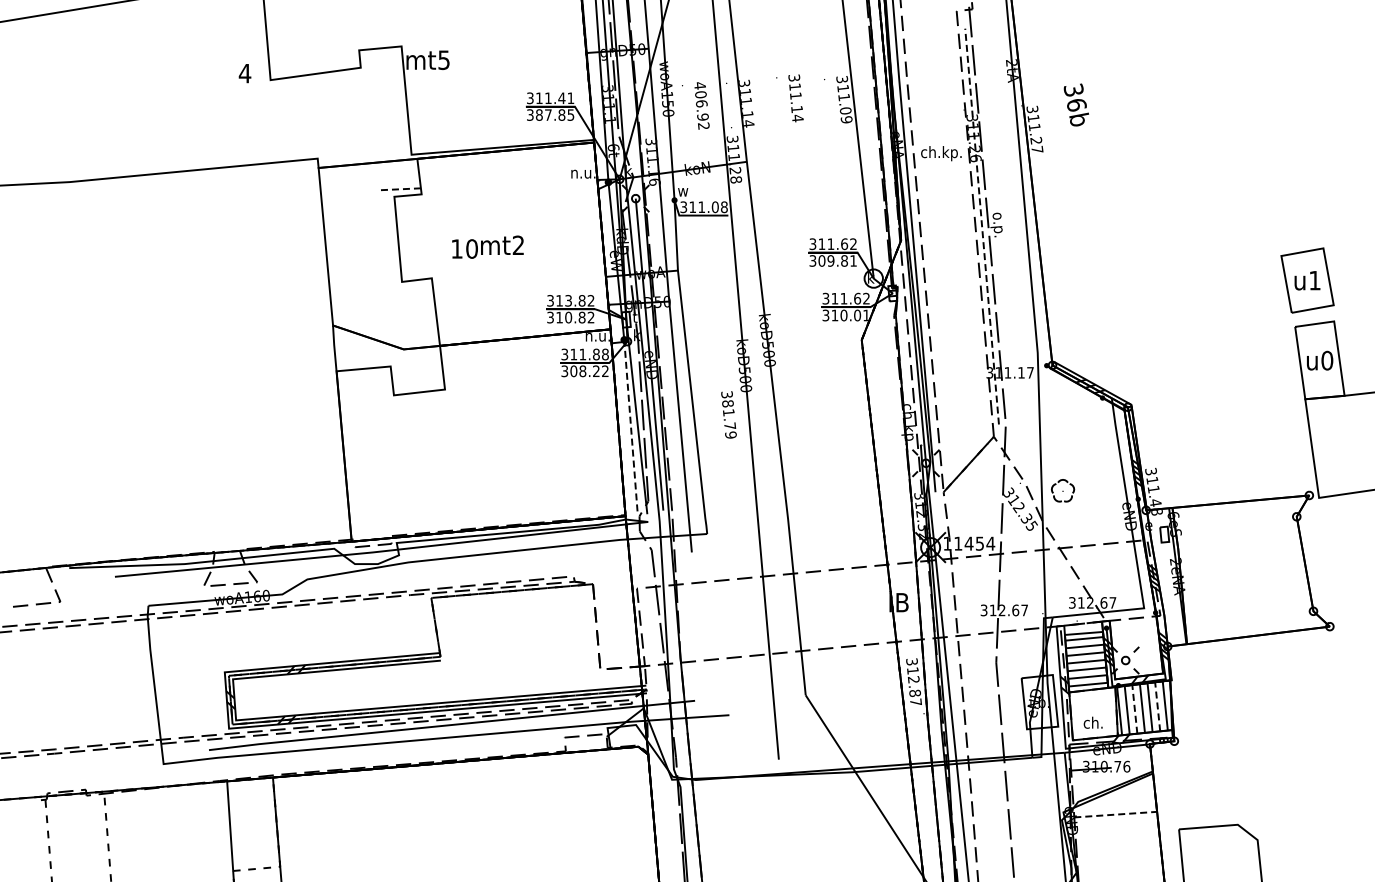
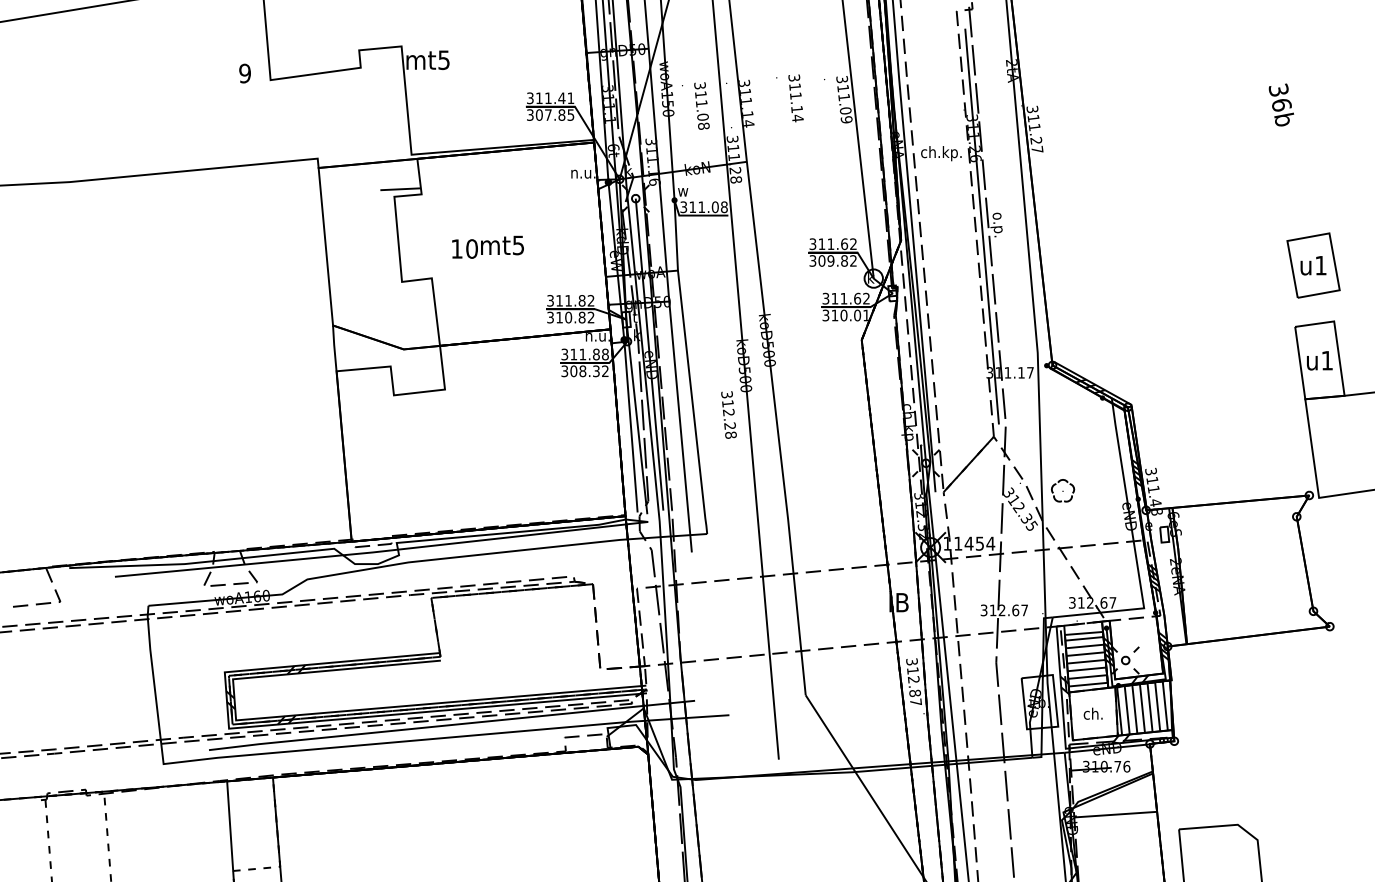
text at (244, 73): 4 -> 9
text at (1076, 104) position: (1076, 104) -> (1281, 104)
text at (701, 105): 406.92 -> 311.08
text at (538, 114): 387.85 -> 307.85
line at (400, 189): dashed -> solid
line at (982, 226): dashed -> solid
text at (517, 245): mt2 -> mt5
text at (853, 260): 309.81 -> 309.82
part at (1307, 280) position: (1307, 280) -> (1313, 265)
text at (568, 300): 313.82 -> 311.82
text at (1327, 360): u0 -> u1
text at (596, 371): 308.22 -> 308.32
text at (729, 419): 381.79 -> 312.28
line at (630, 426): dashed -> solid
line at (1157, 706): dashed -> solid
line at (1134, 708): dashed -> solid
text at (1092, 722) position: (1092, 722) -> (1092, 713)
line at (1115, 814): dashed -> solid
